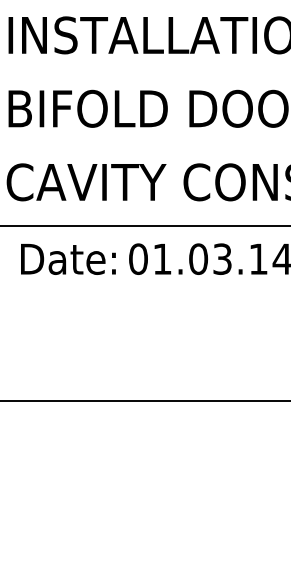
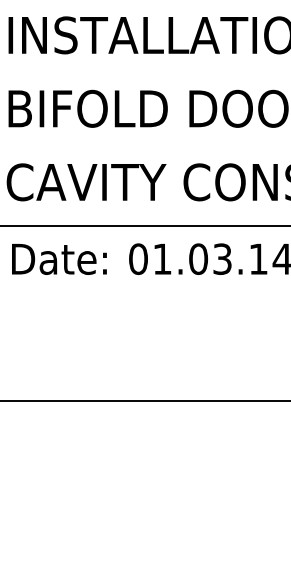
text at (68, 259) position: (68, 259) -> (59, 259)
